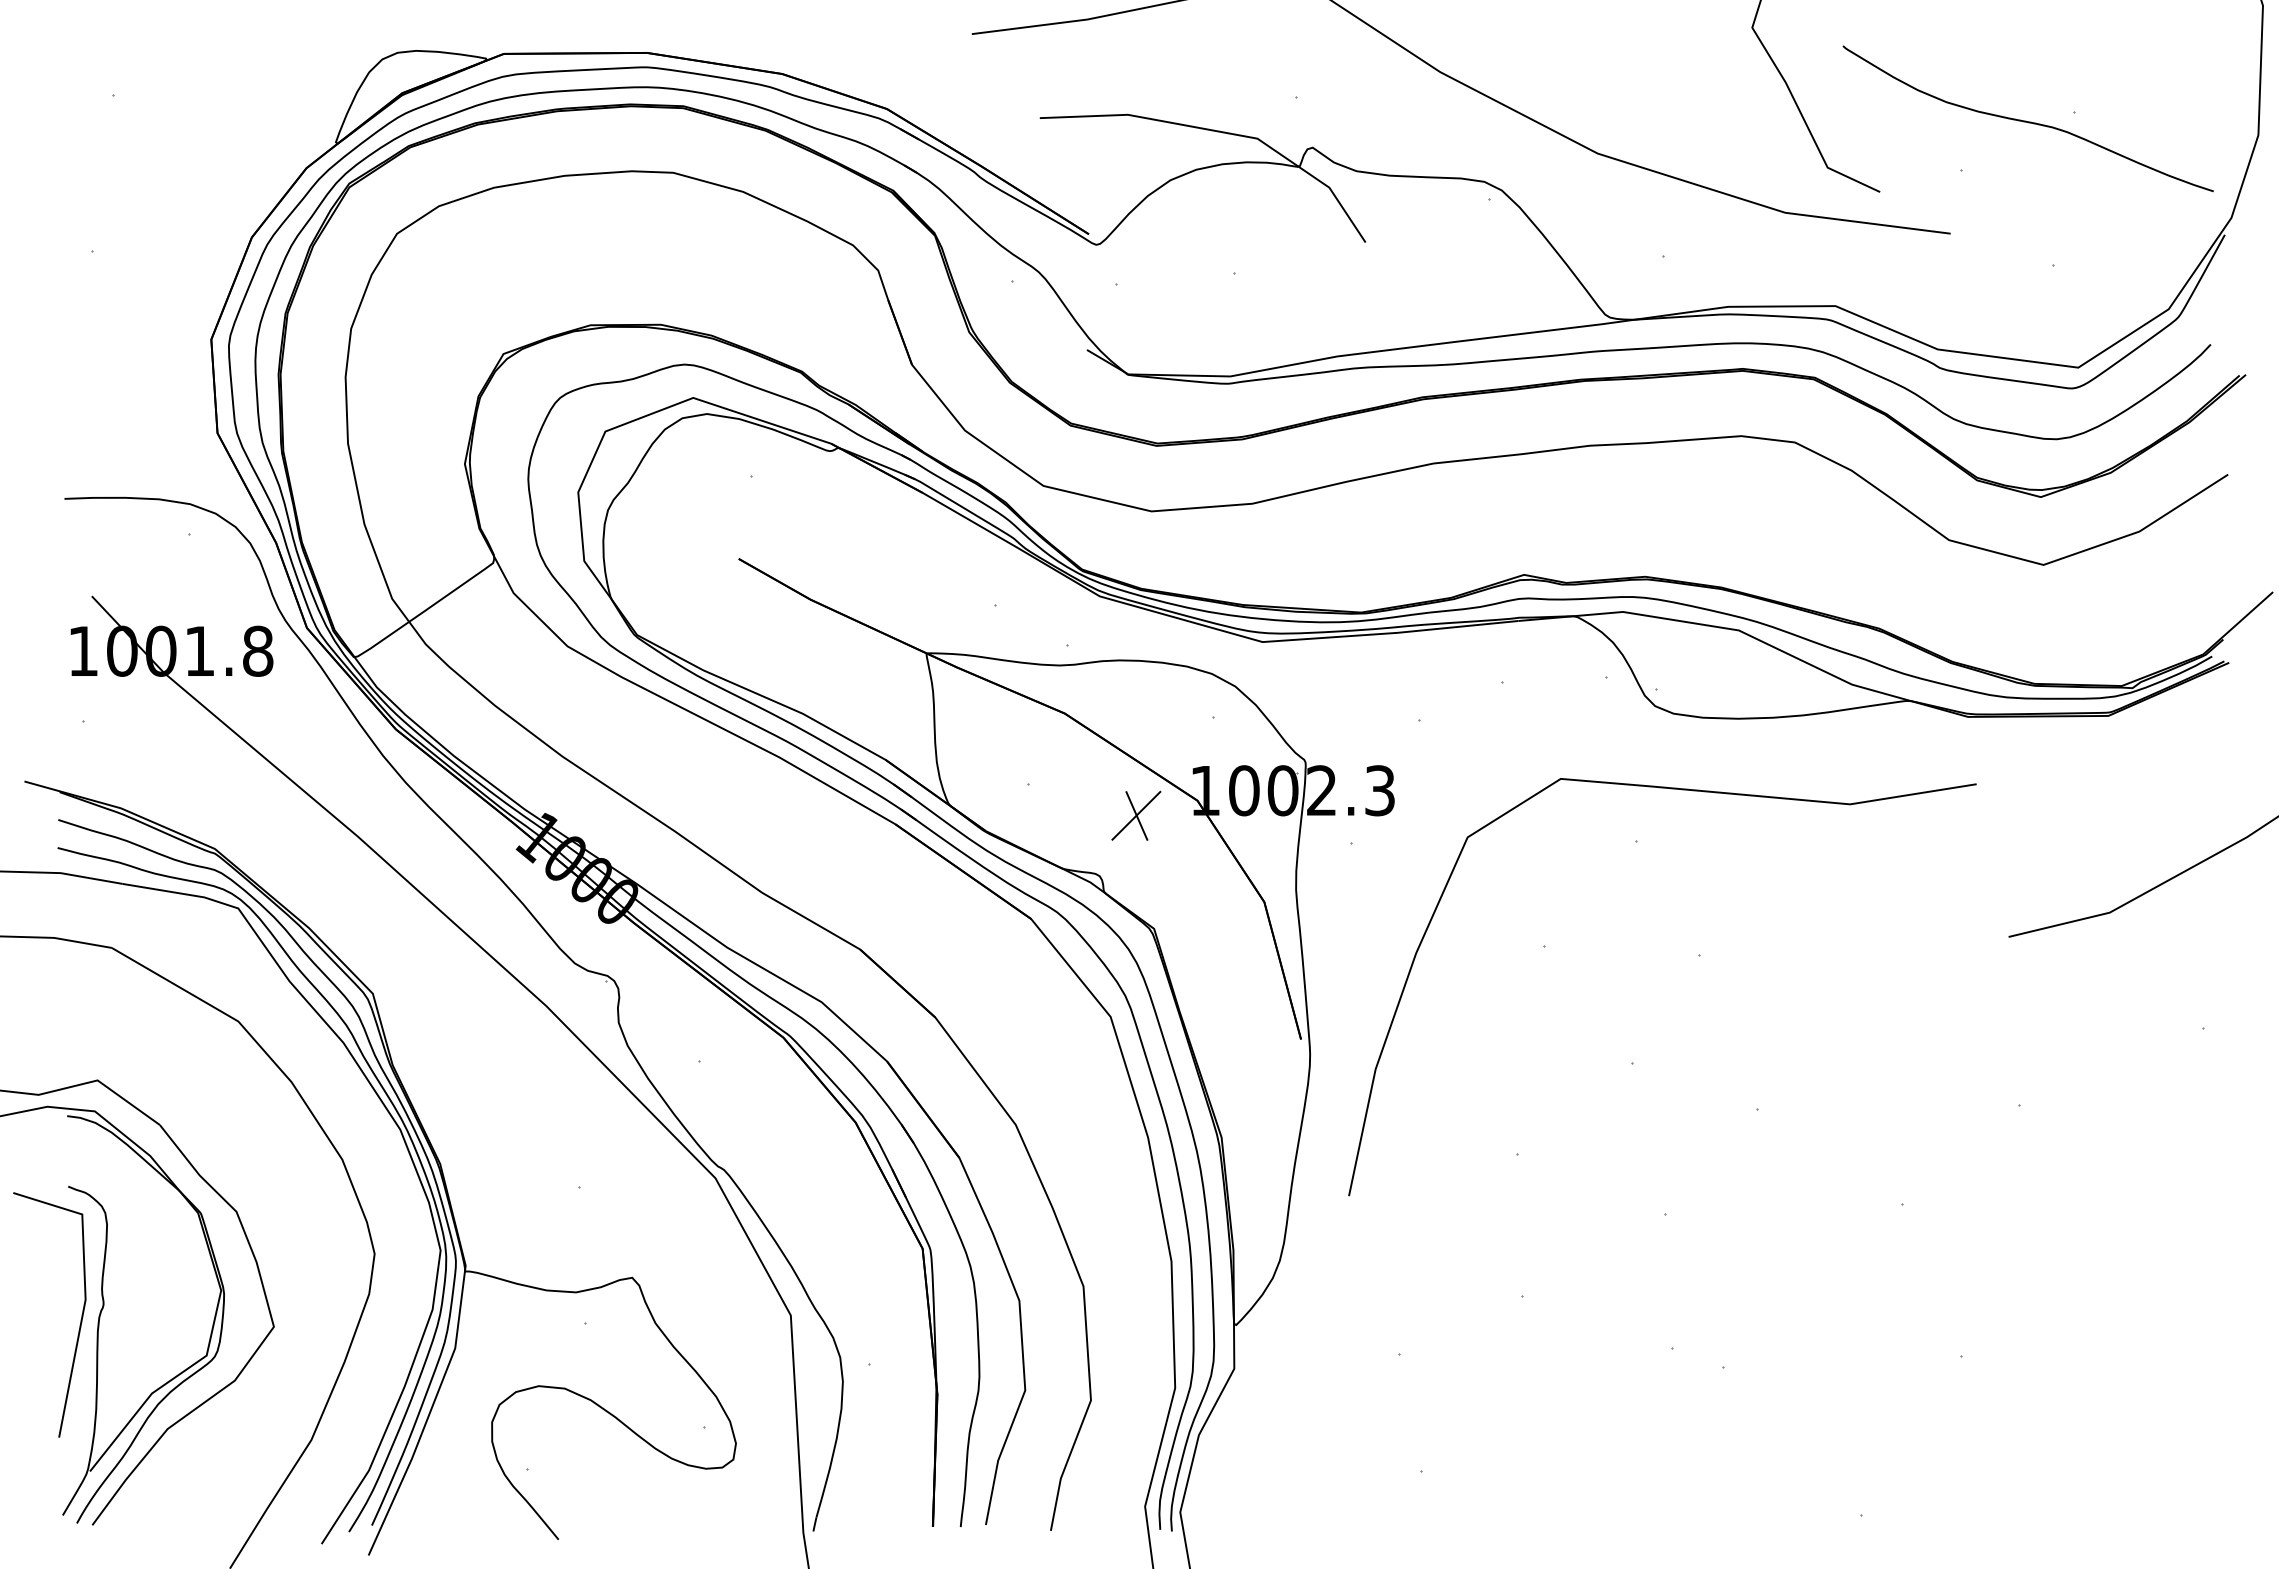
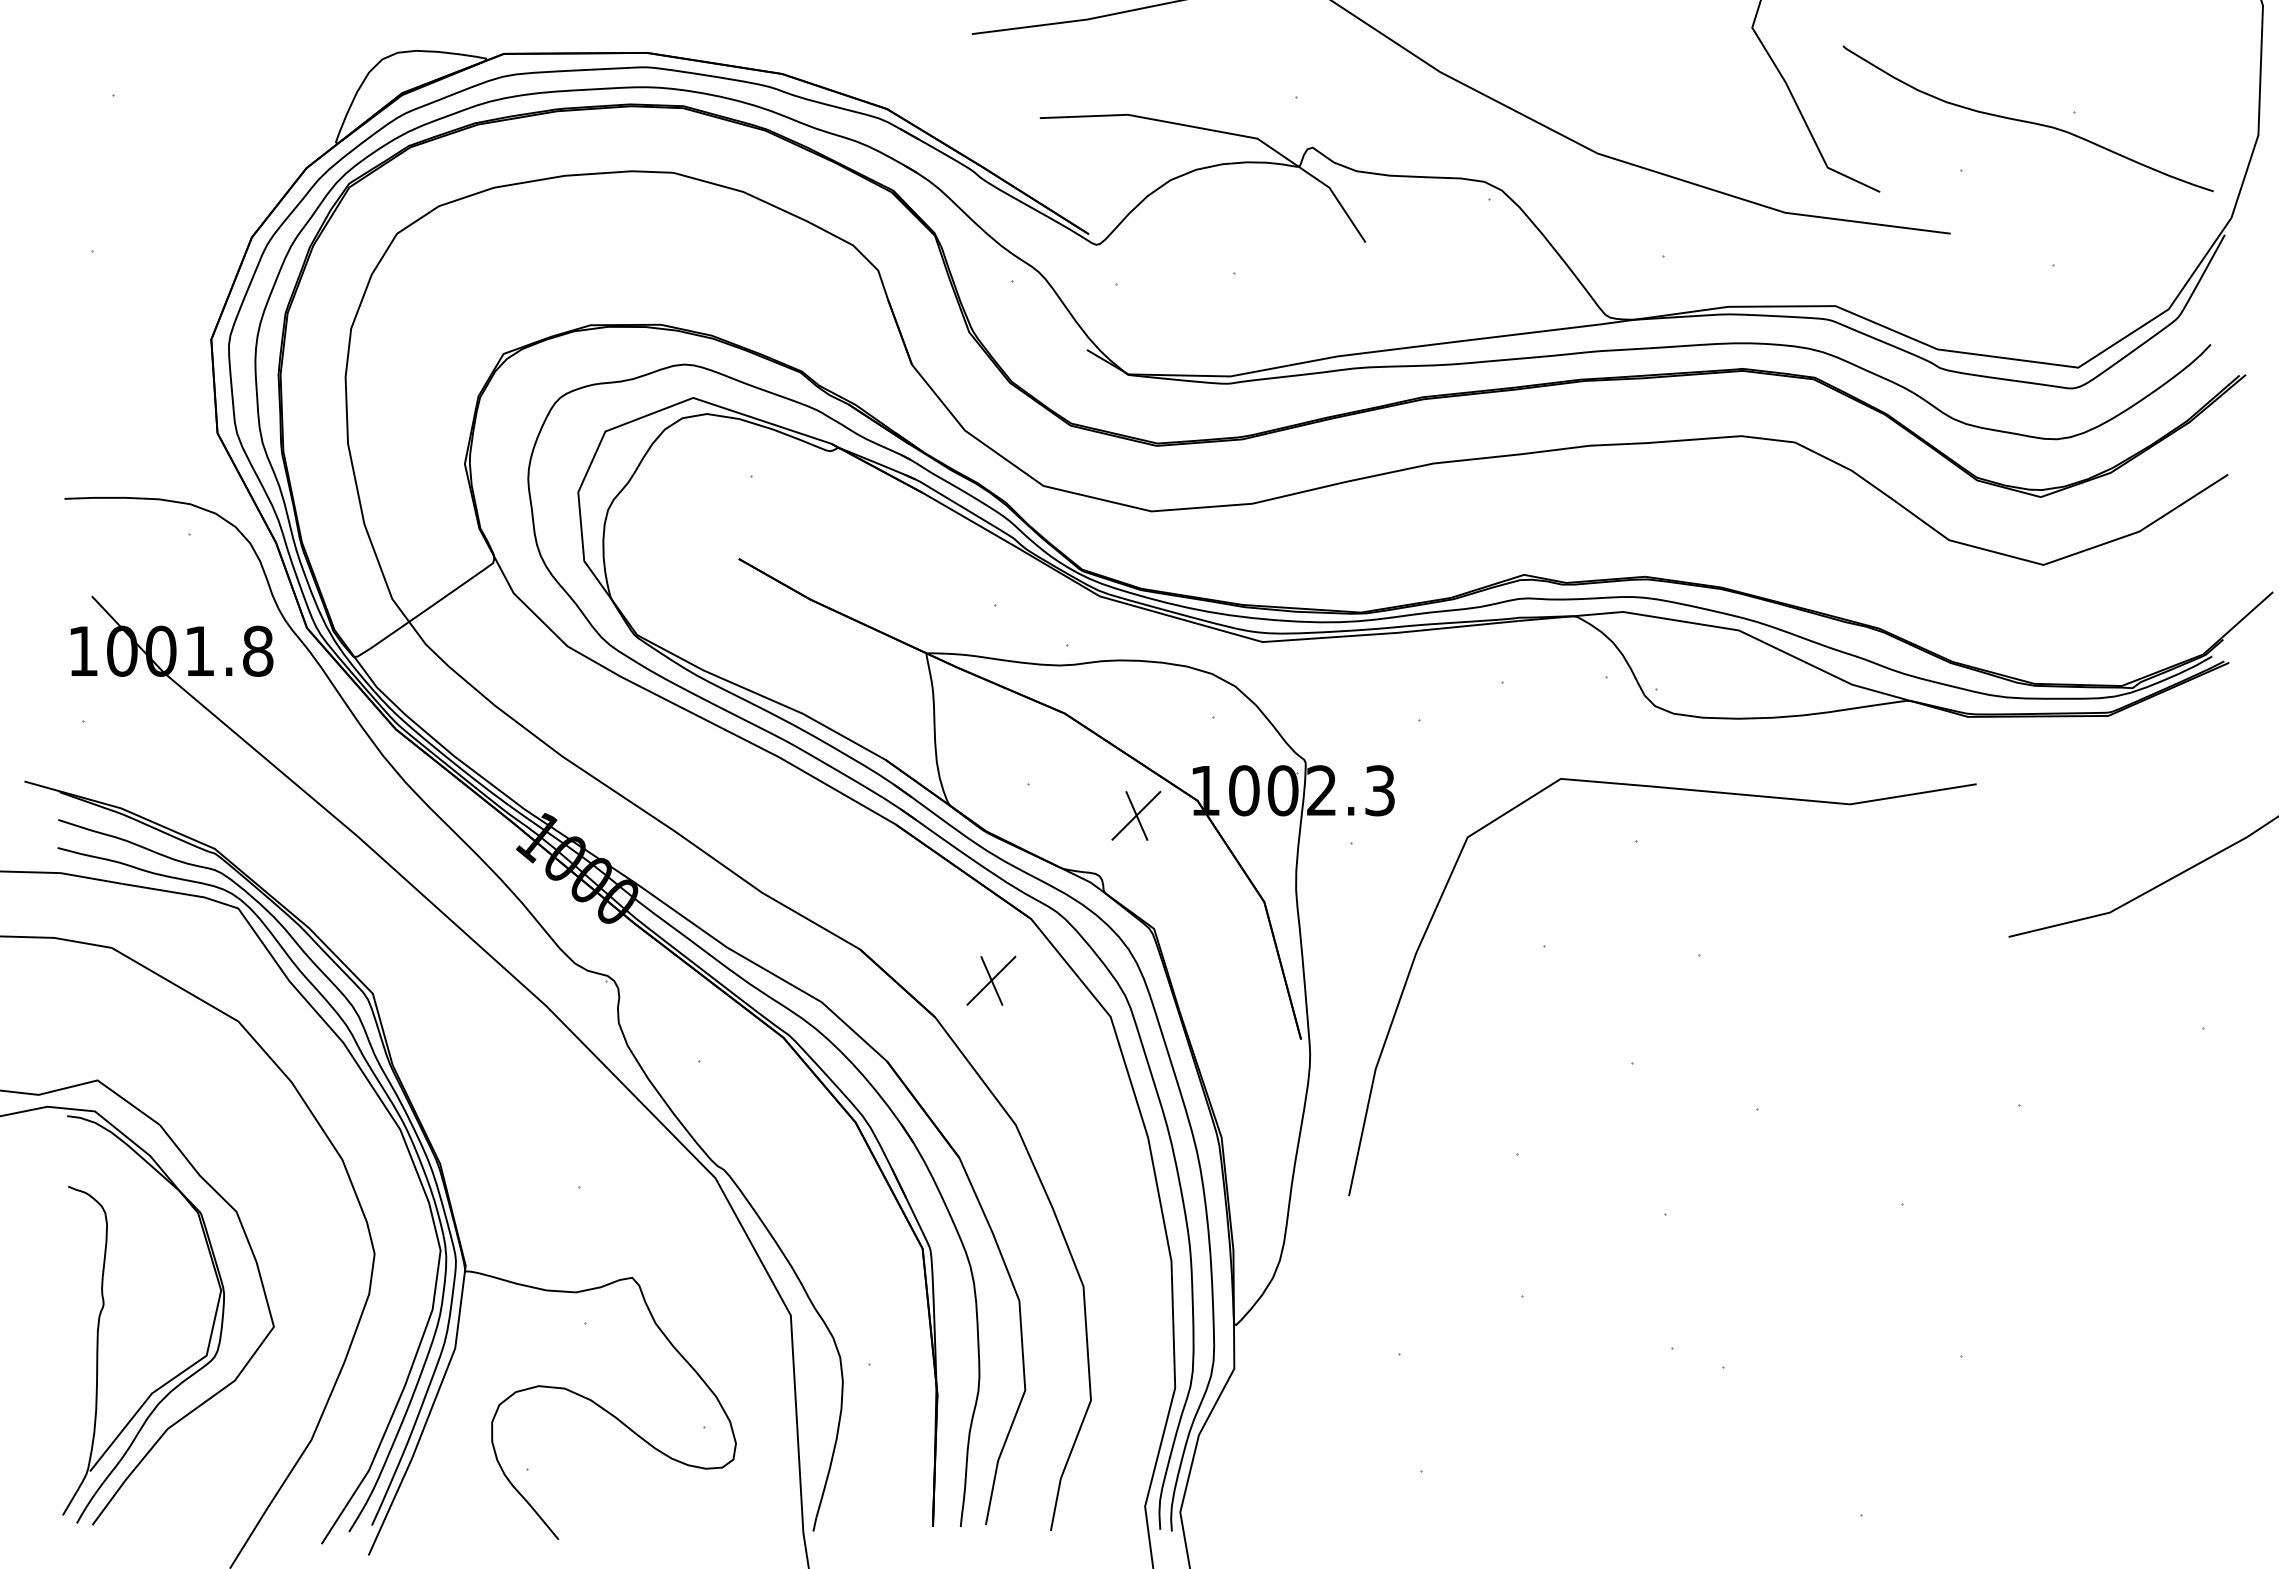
part at (991, 980): none -> present
line at (80, 1319): present -> none
